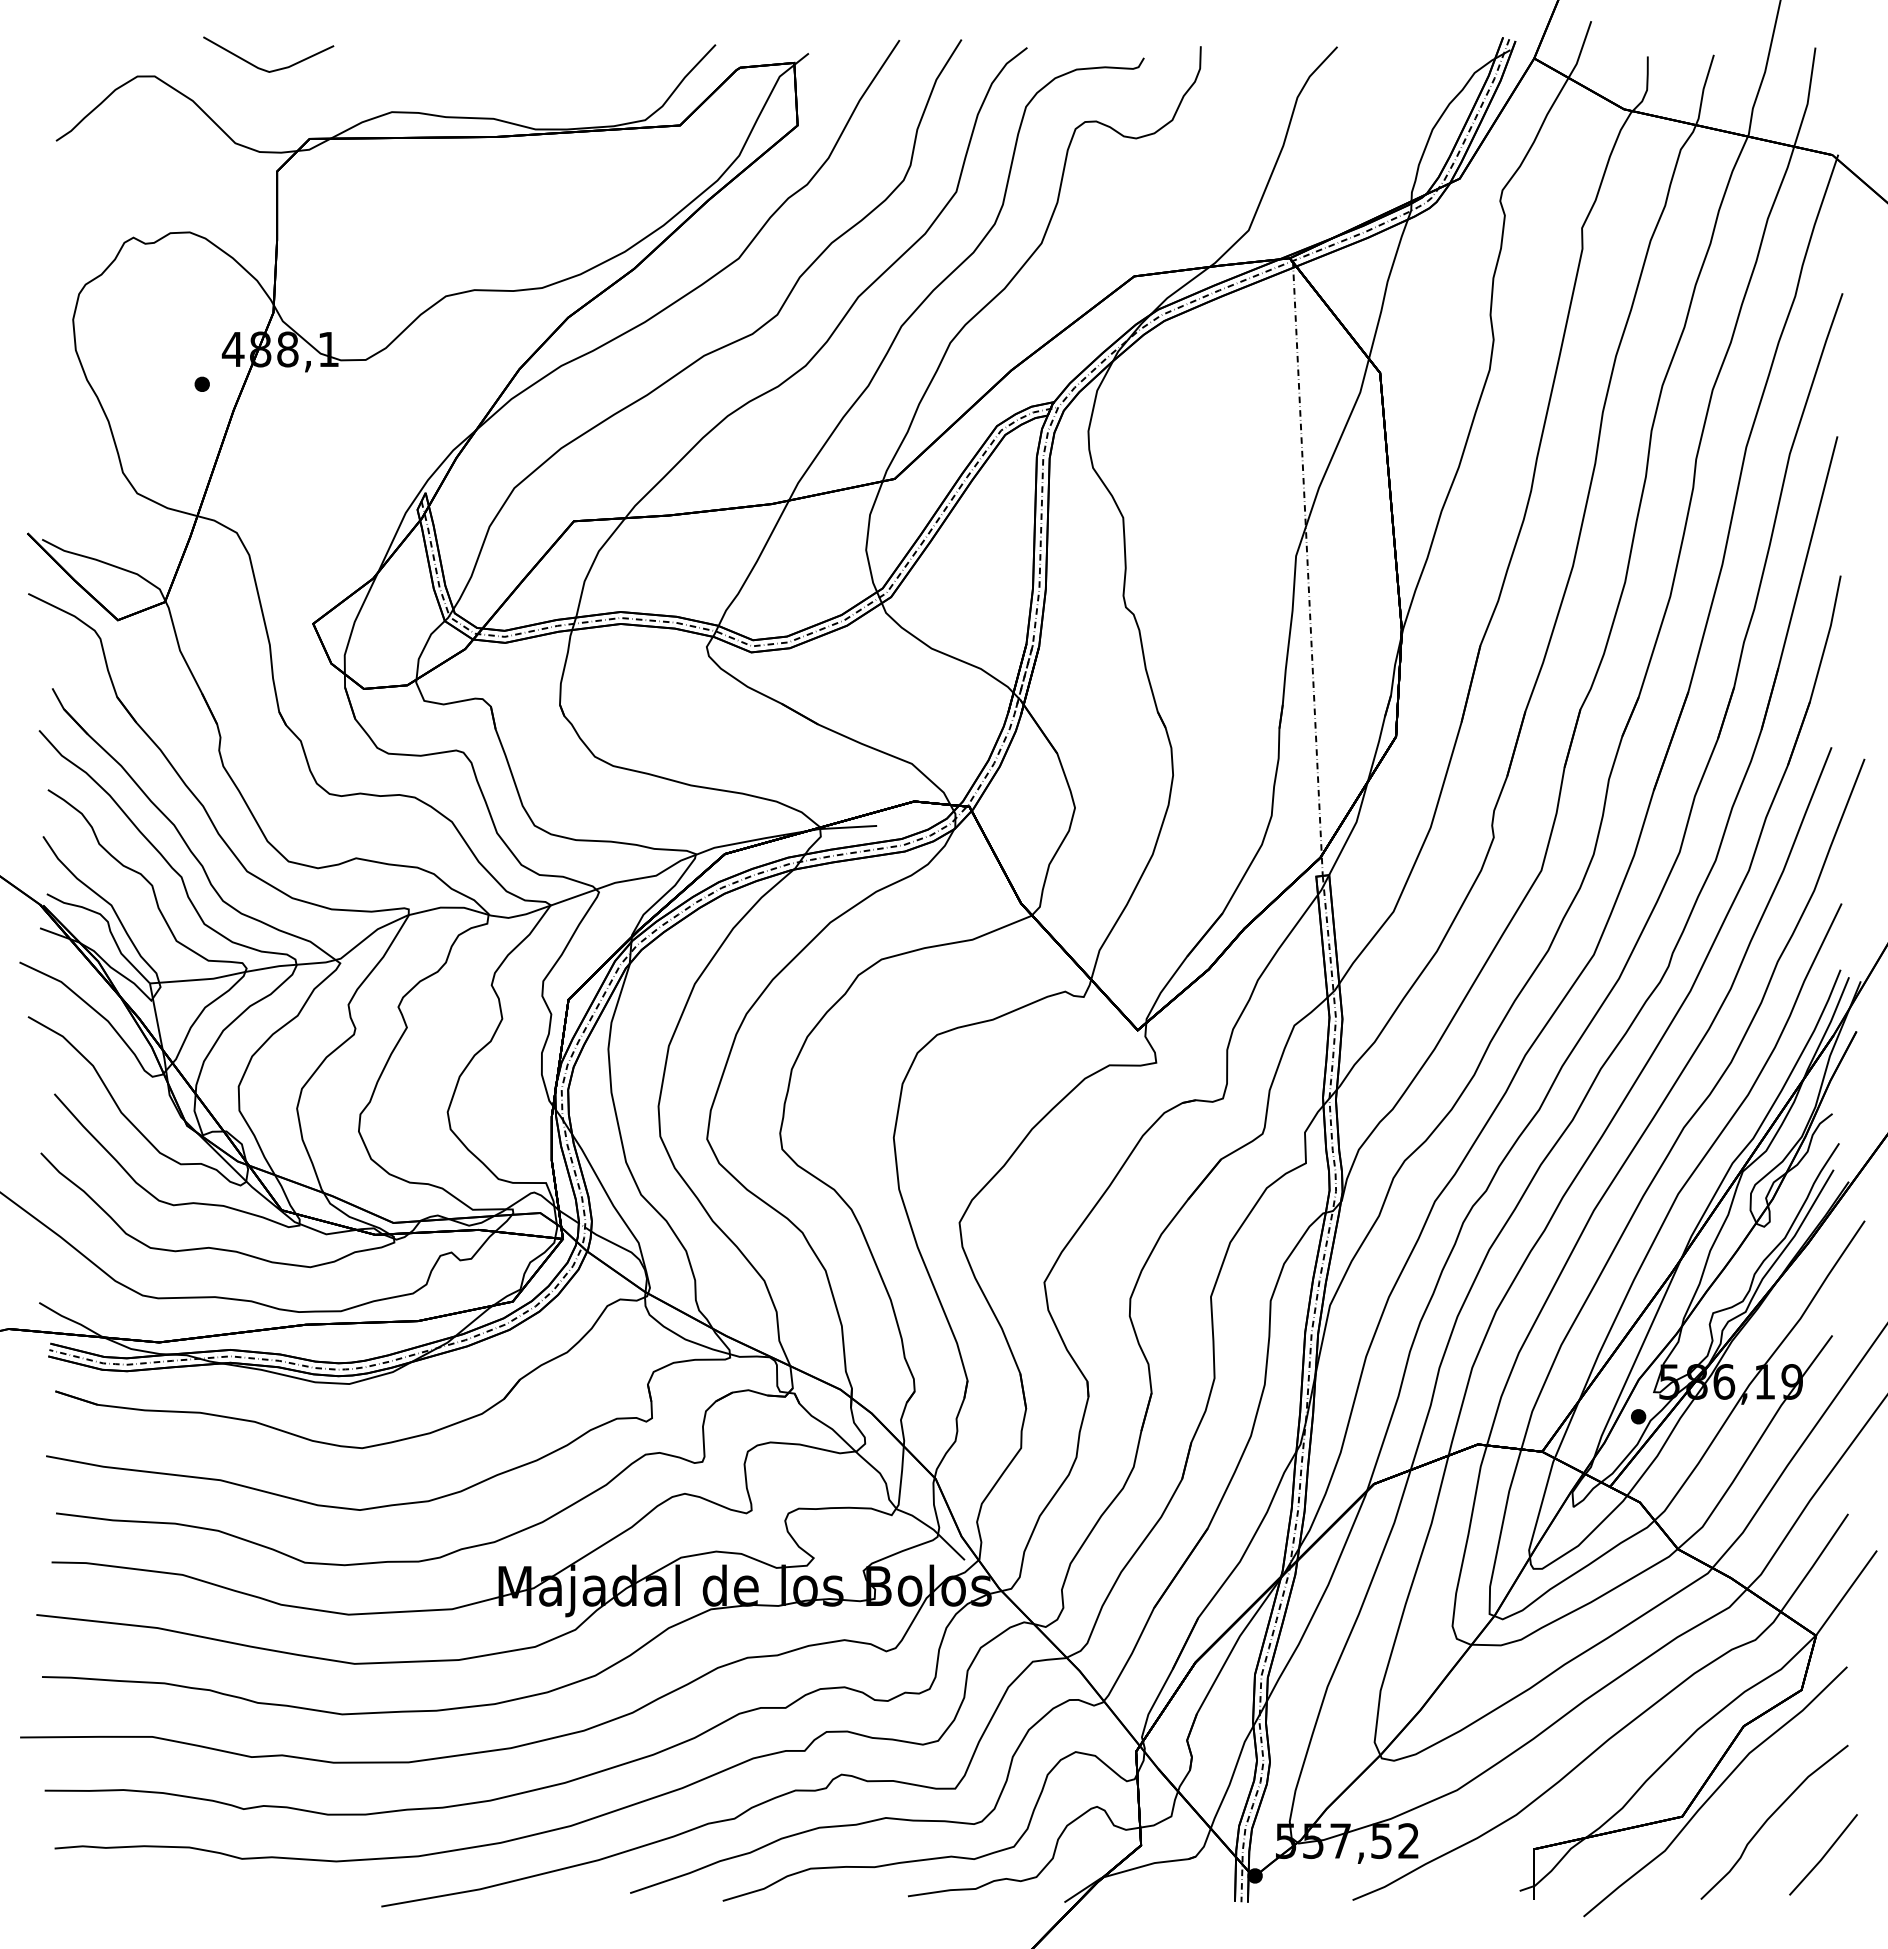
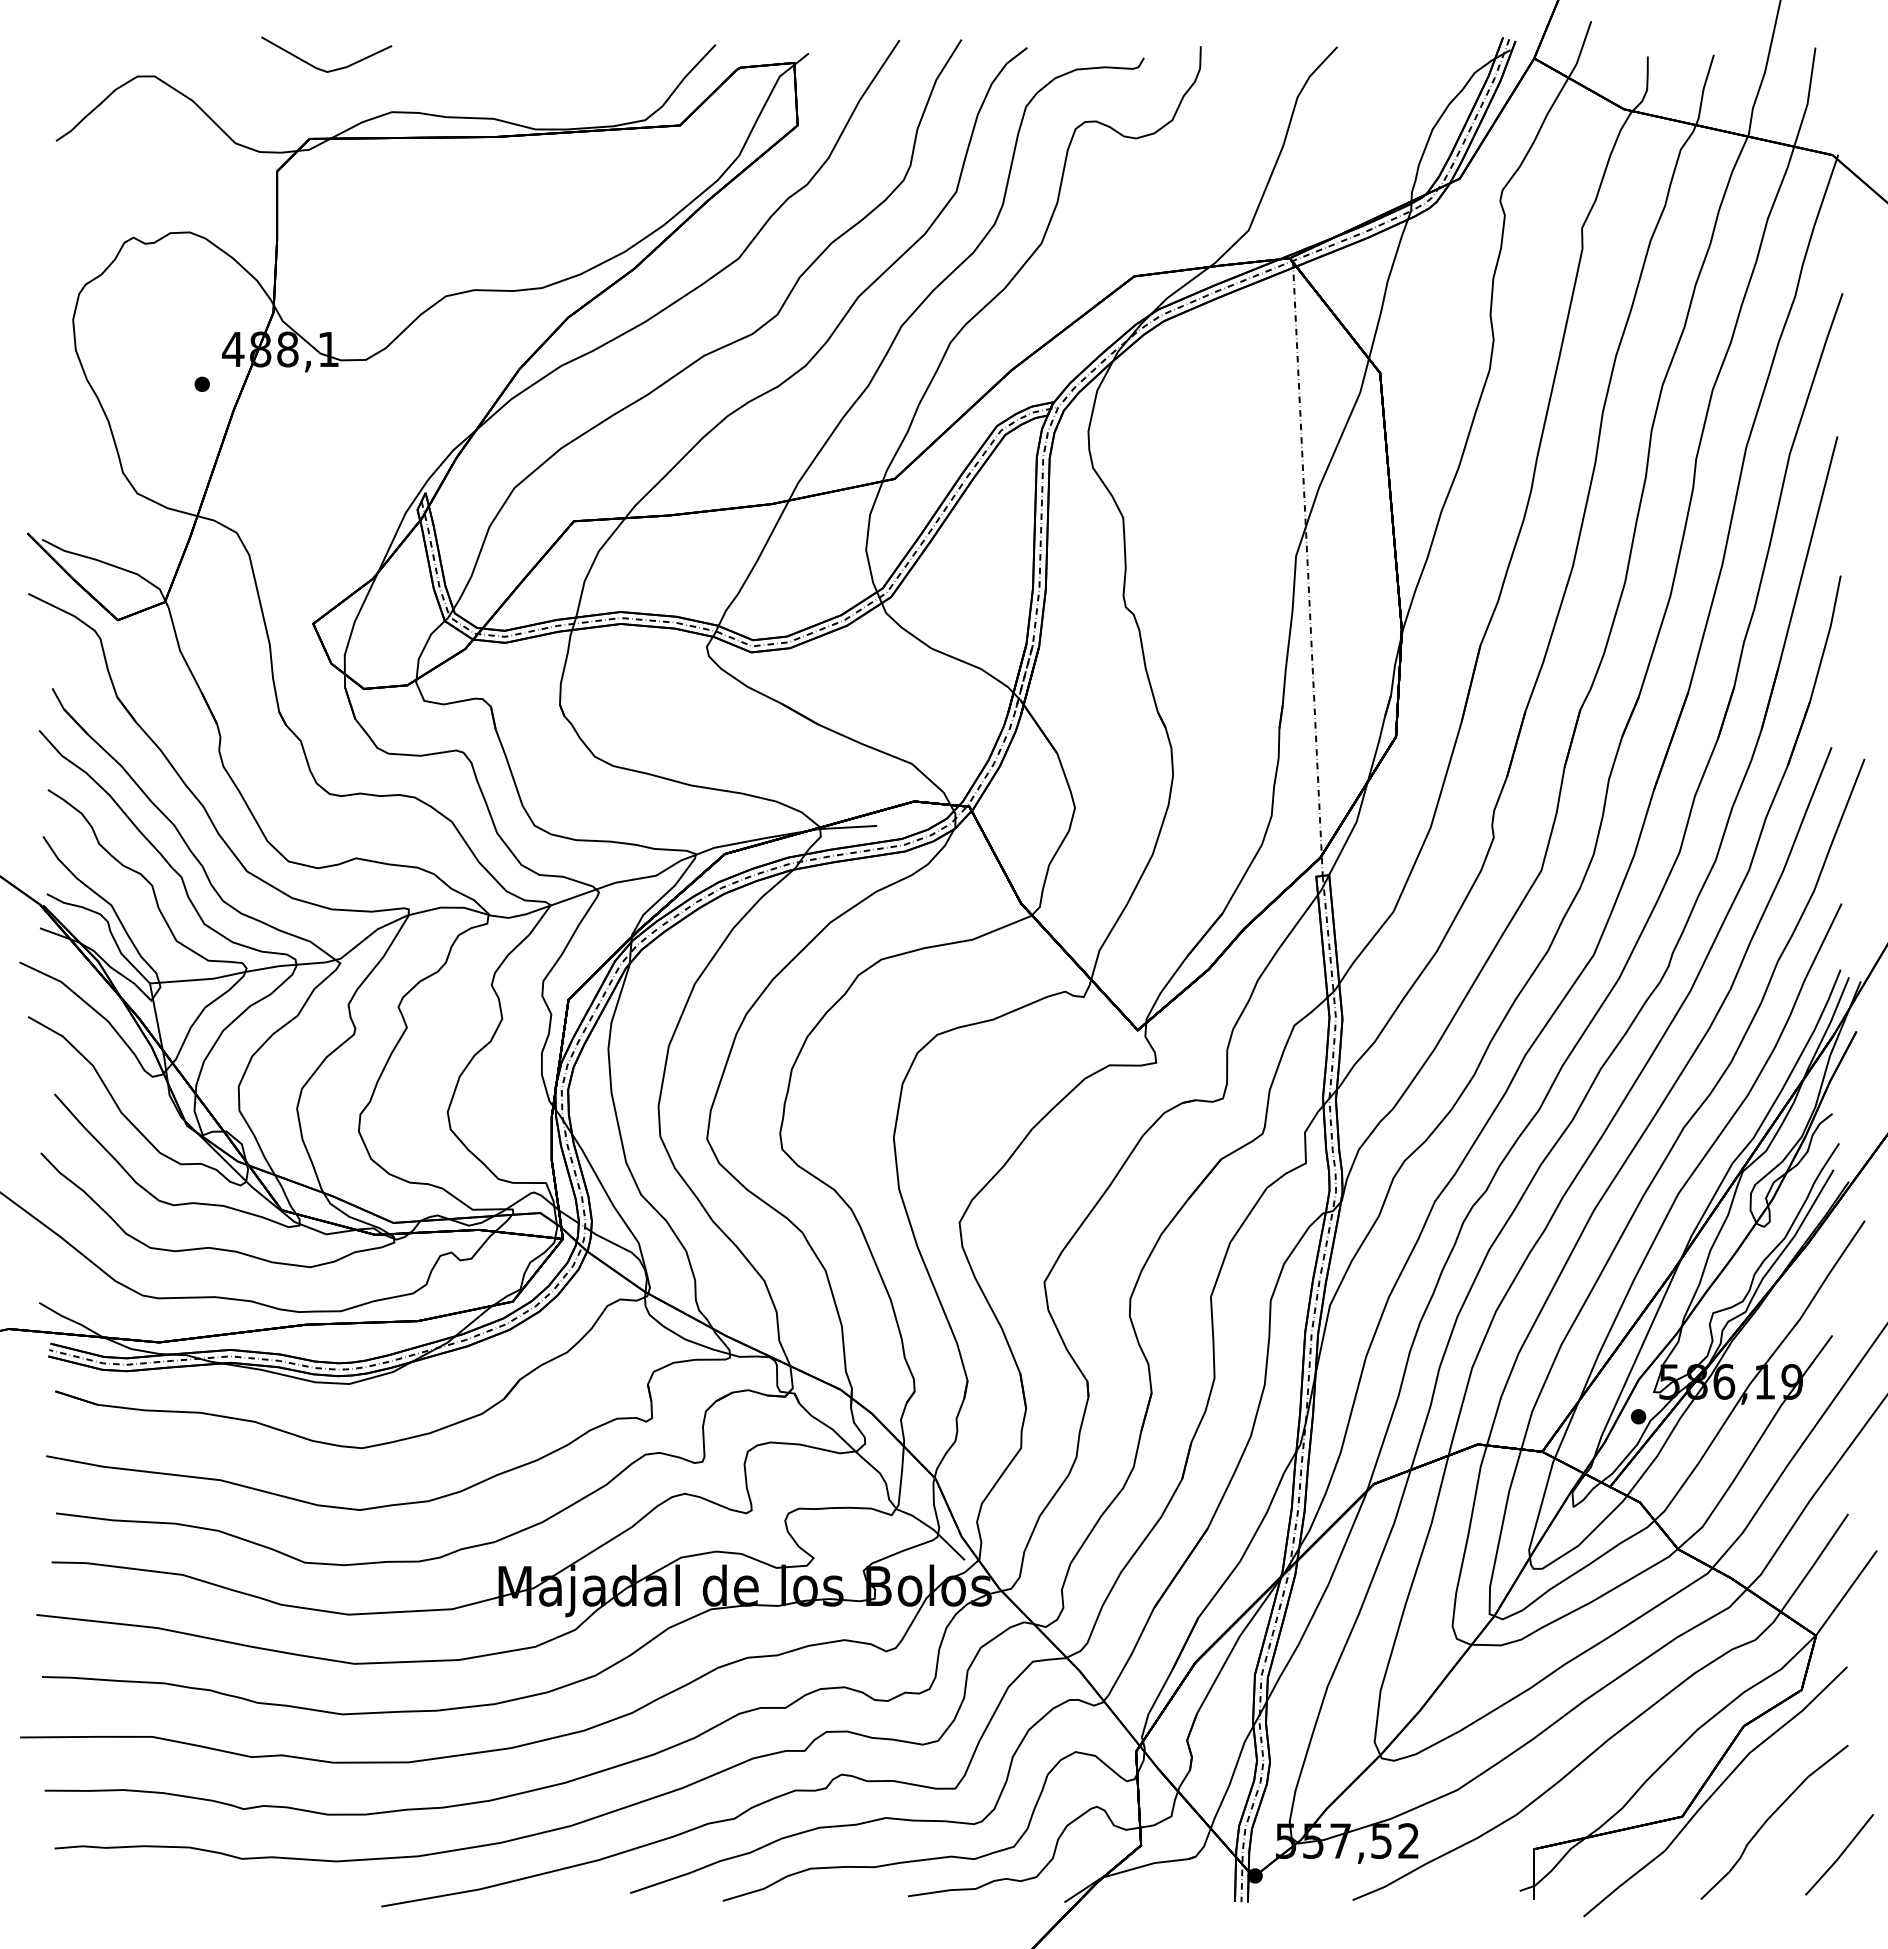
line at (262, 68) position: (262, 68) -> (320, 68)
line at (1824, 1854) position: (1824, 1854) -> (1840, 1854)
